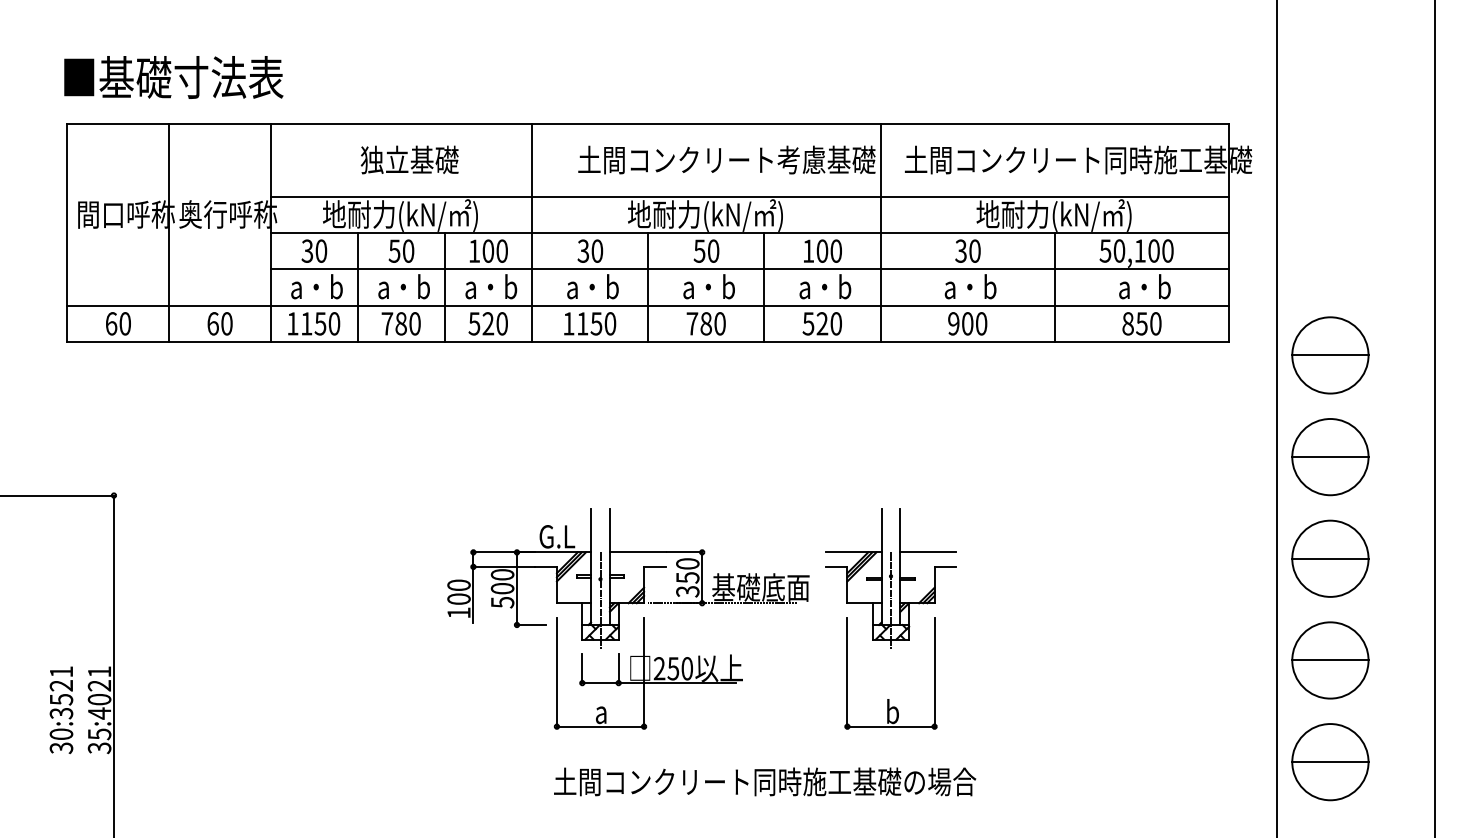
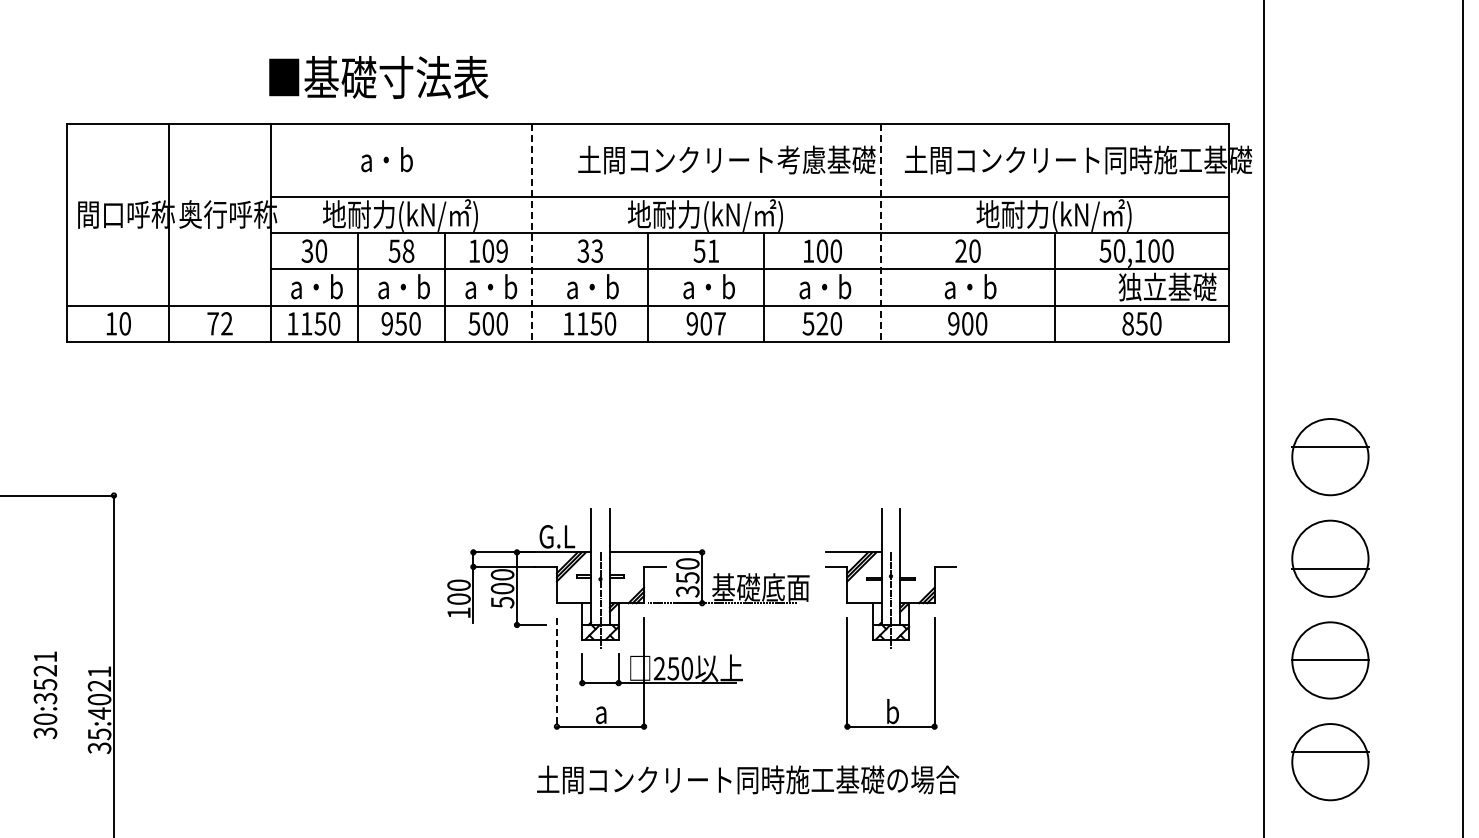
text at (173, 77) position: (173, 77) -> (378, 77)
text at (409, 159): 独立基礎 -> a・b
line at (531, 233): solid -> dashed
line at (880, 233): solid -> dashed
text at (501, 250): 100 -> 109
text at (597, 250): 30 -> 33
text at (713, 250): 50 -> 51
text at (408, 251): 50 -> 58
text at (960, 251): 30 -> 20
text at (1167, 286): a・b -> 独立基礎
text at (111, 323): 60 -> 10
text at (219, 323): 60 -> 72
text at (393, 323): 780 -> 950
text at (488, 323): 520 -> 500
text at (705, 323): 780 -> 907
part at (1330, 355): present -> none
line at (1277, 418) position: (1277, 418) -> (1264, 418)
line at (1434, 418) position: (1434, 418) -> (1462, 418)
line at (1330, 457) position: (1330, 457) -> (1330, 447)
line at (928, 552): present -> none
line at (1330, 558) position: (1330, 558) -> (1330, 568)
line at (556, 672): solid -> dashed
text at (61, 710) position: (61, 710) -> (45, 695)
line at (1330, 762) position: (1330, 762) -> (1330, 752)
text at (765, 781) position: (765, 781) -> (748, 779)
